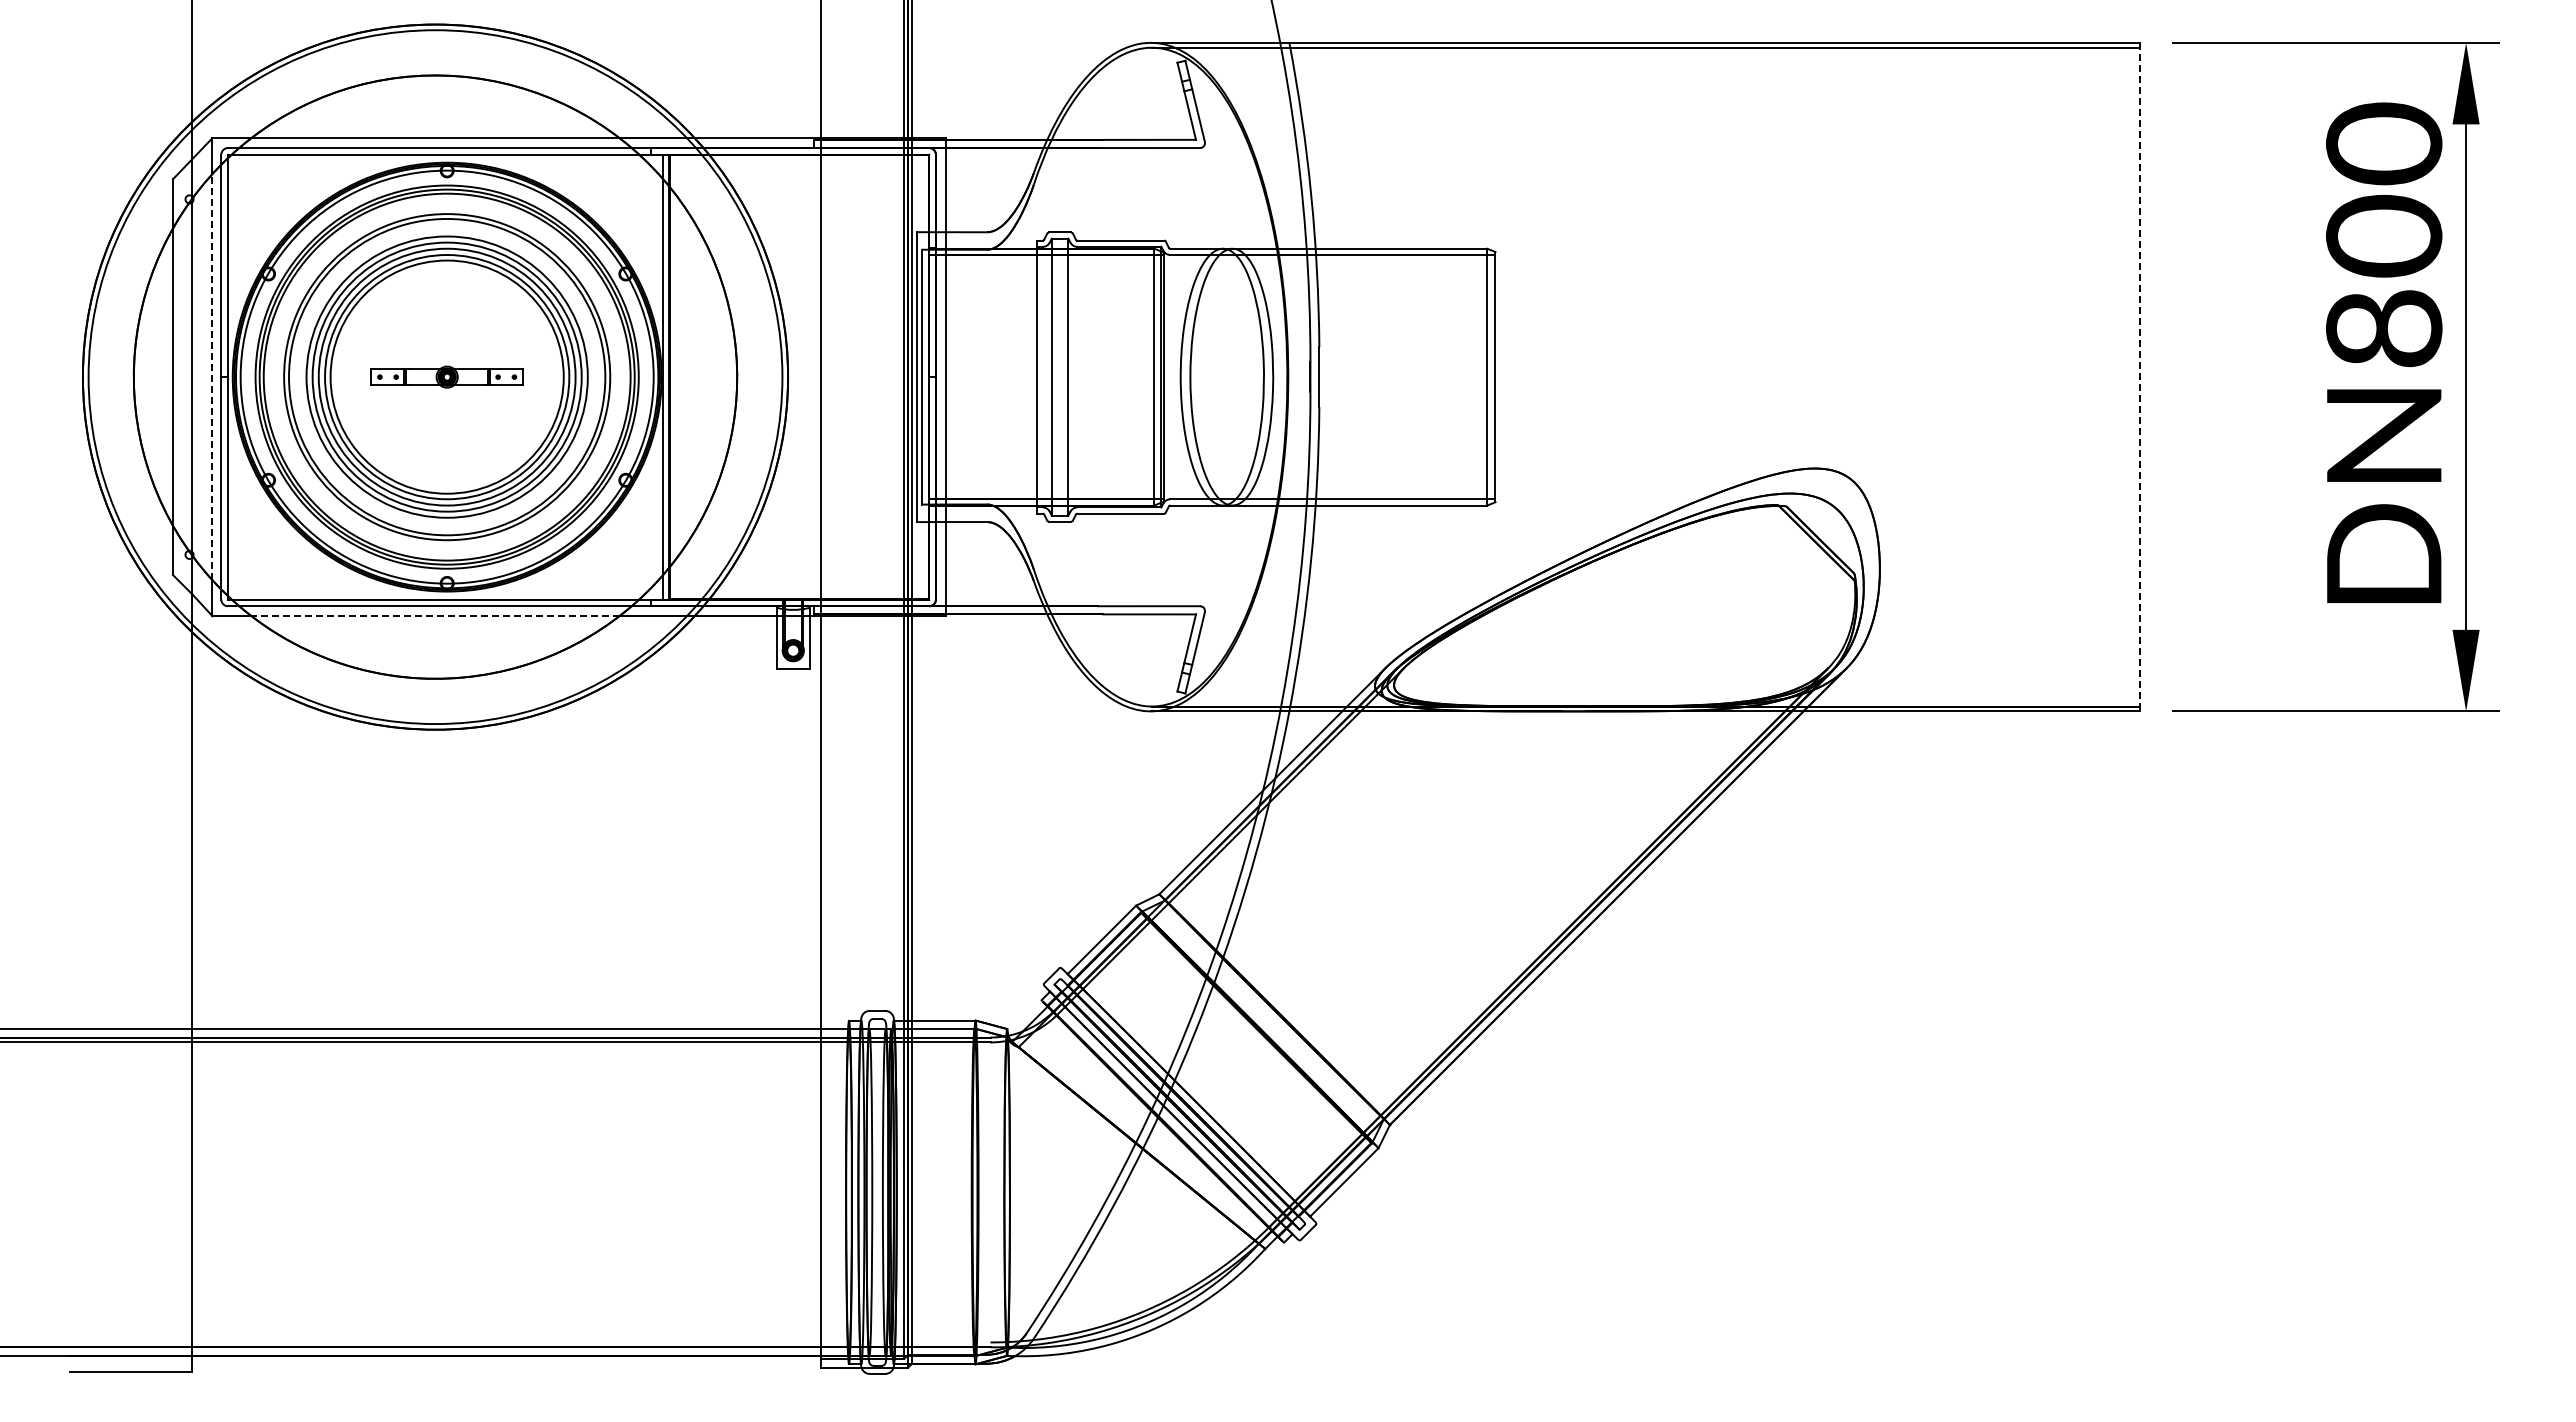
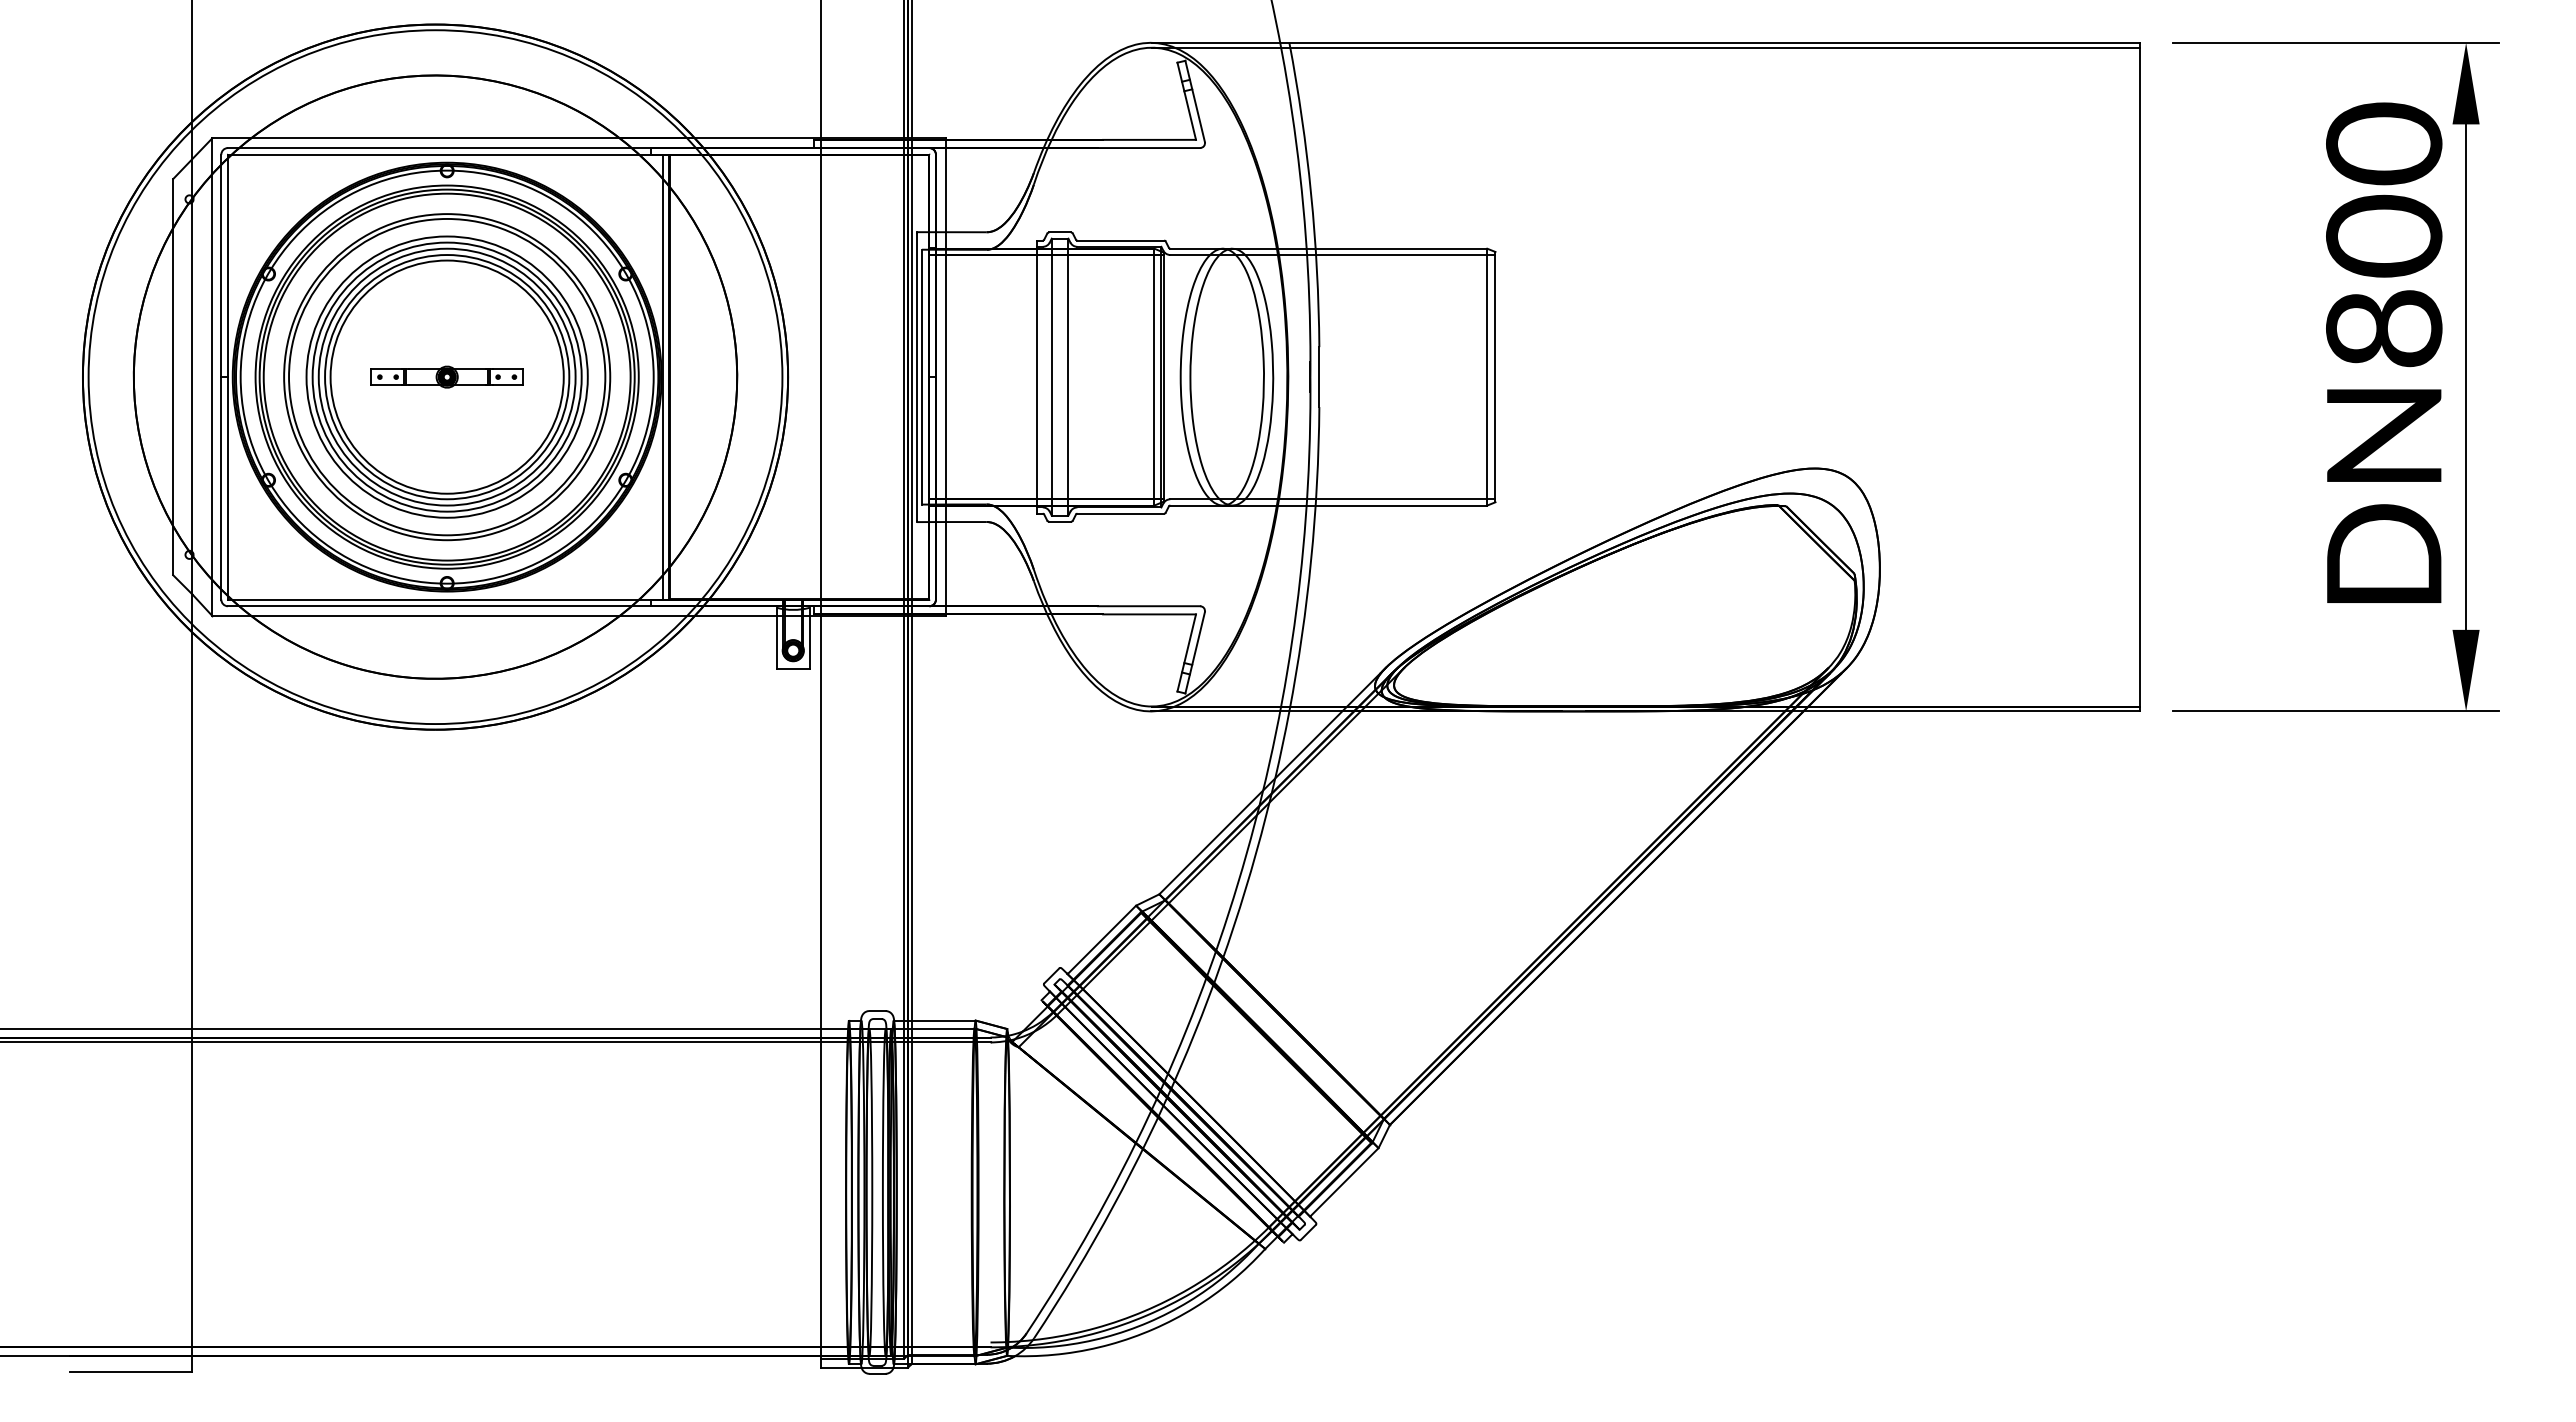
line at (212, 376): dashed -> solid
line at (2140, 377): dashed -> solid
line at (434, 616): dashed -> solid
